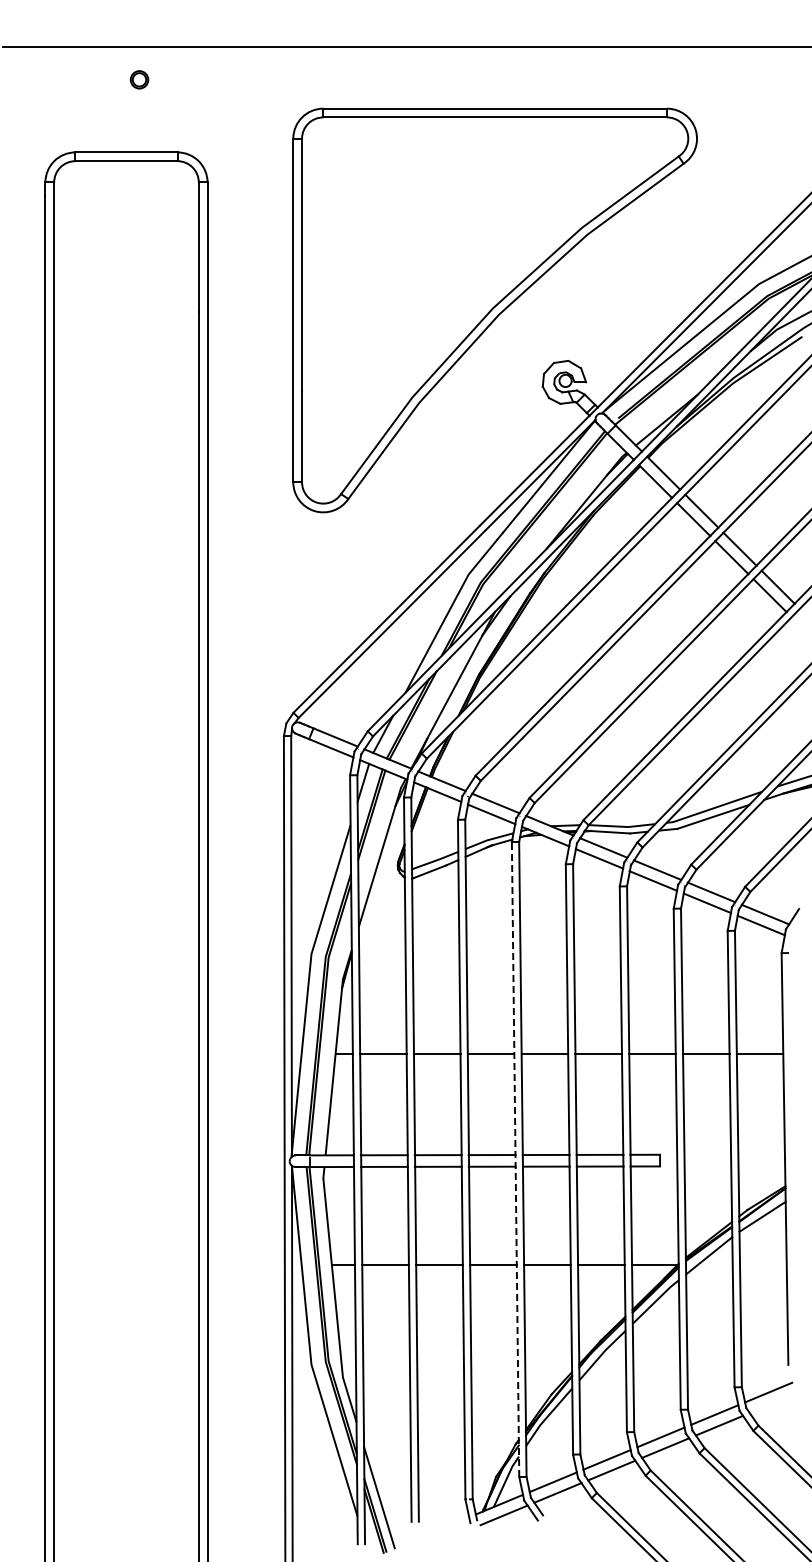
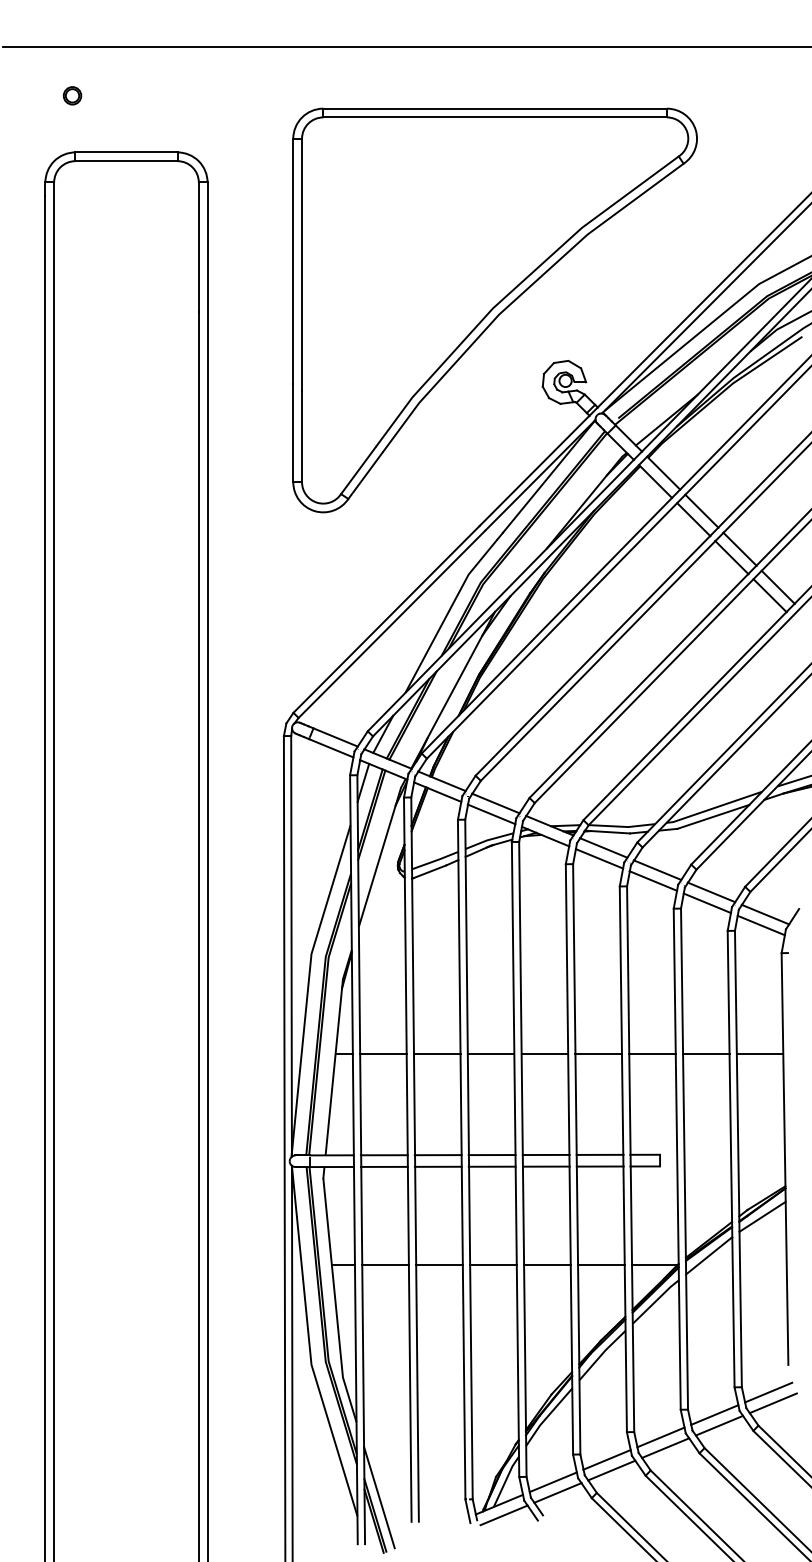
part at (139, 79) position: (139, 79) -> (72, 95)
line at (515, 1159): dashed -> solid
line at (772, 1403): none -> present
